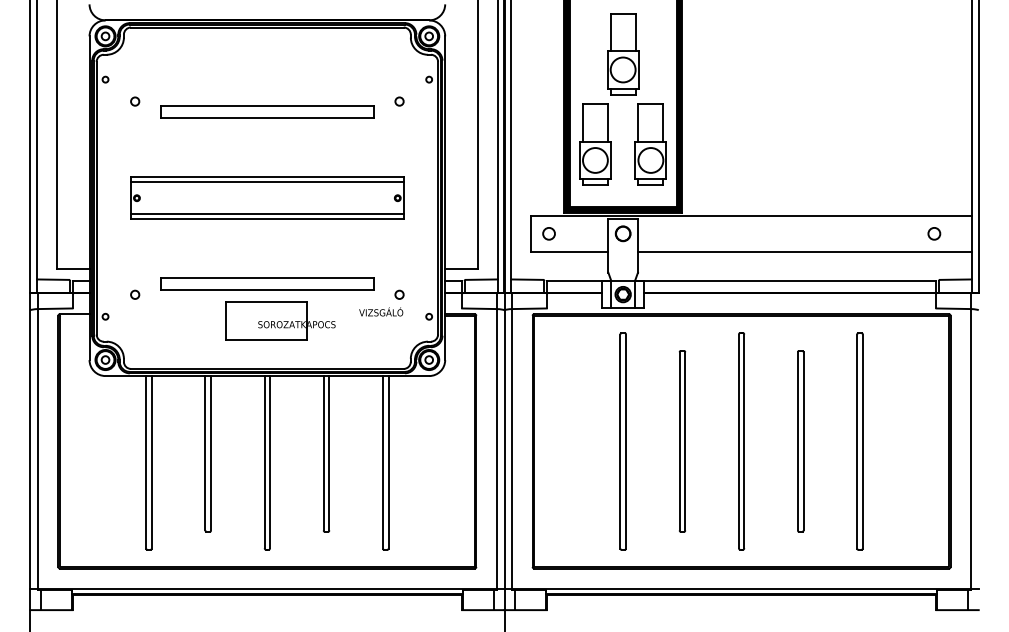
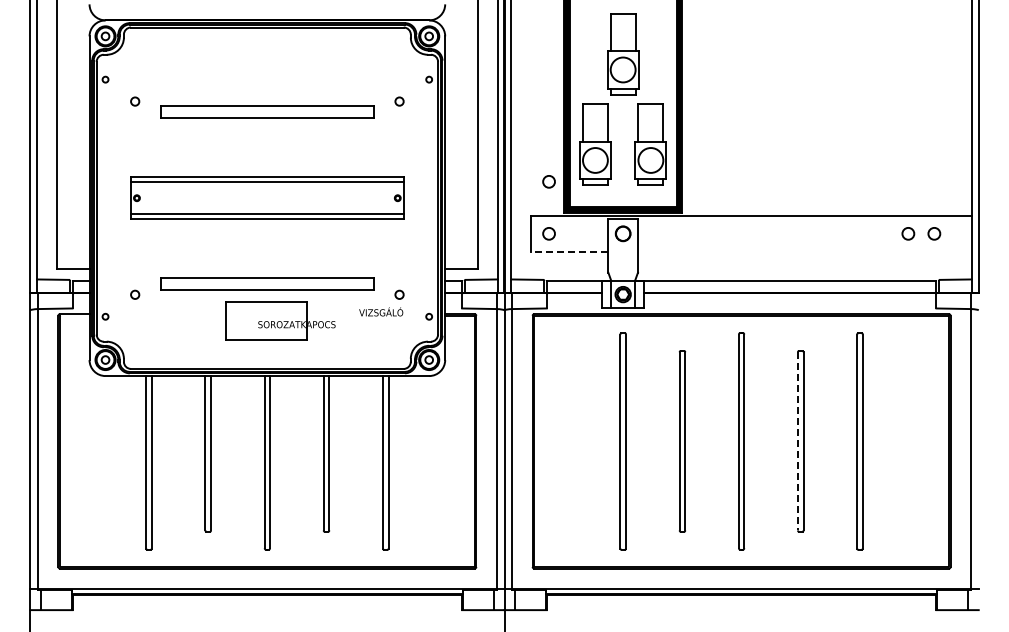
circle at (548, 181): none -> present
circle at (908, 233): none -> present
line at (569, 251): solid -> dashed
line at (804, 251): present -> none
line at (797, 441): solid -> dashed
